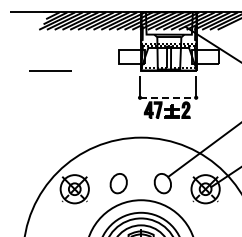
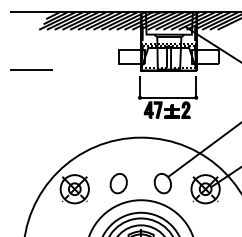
line at (50, 70) position: (50, 70) -> (31, 69)
line at (168, 97): dashed -> solid
